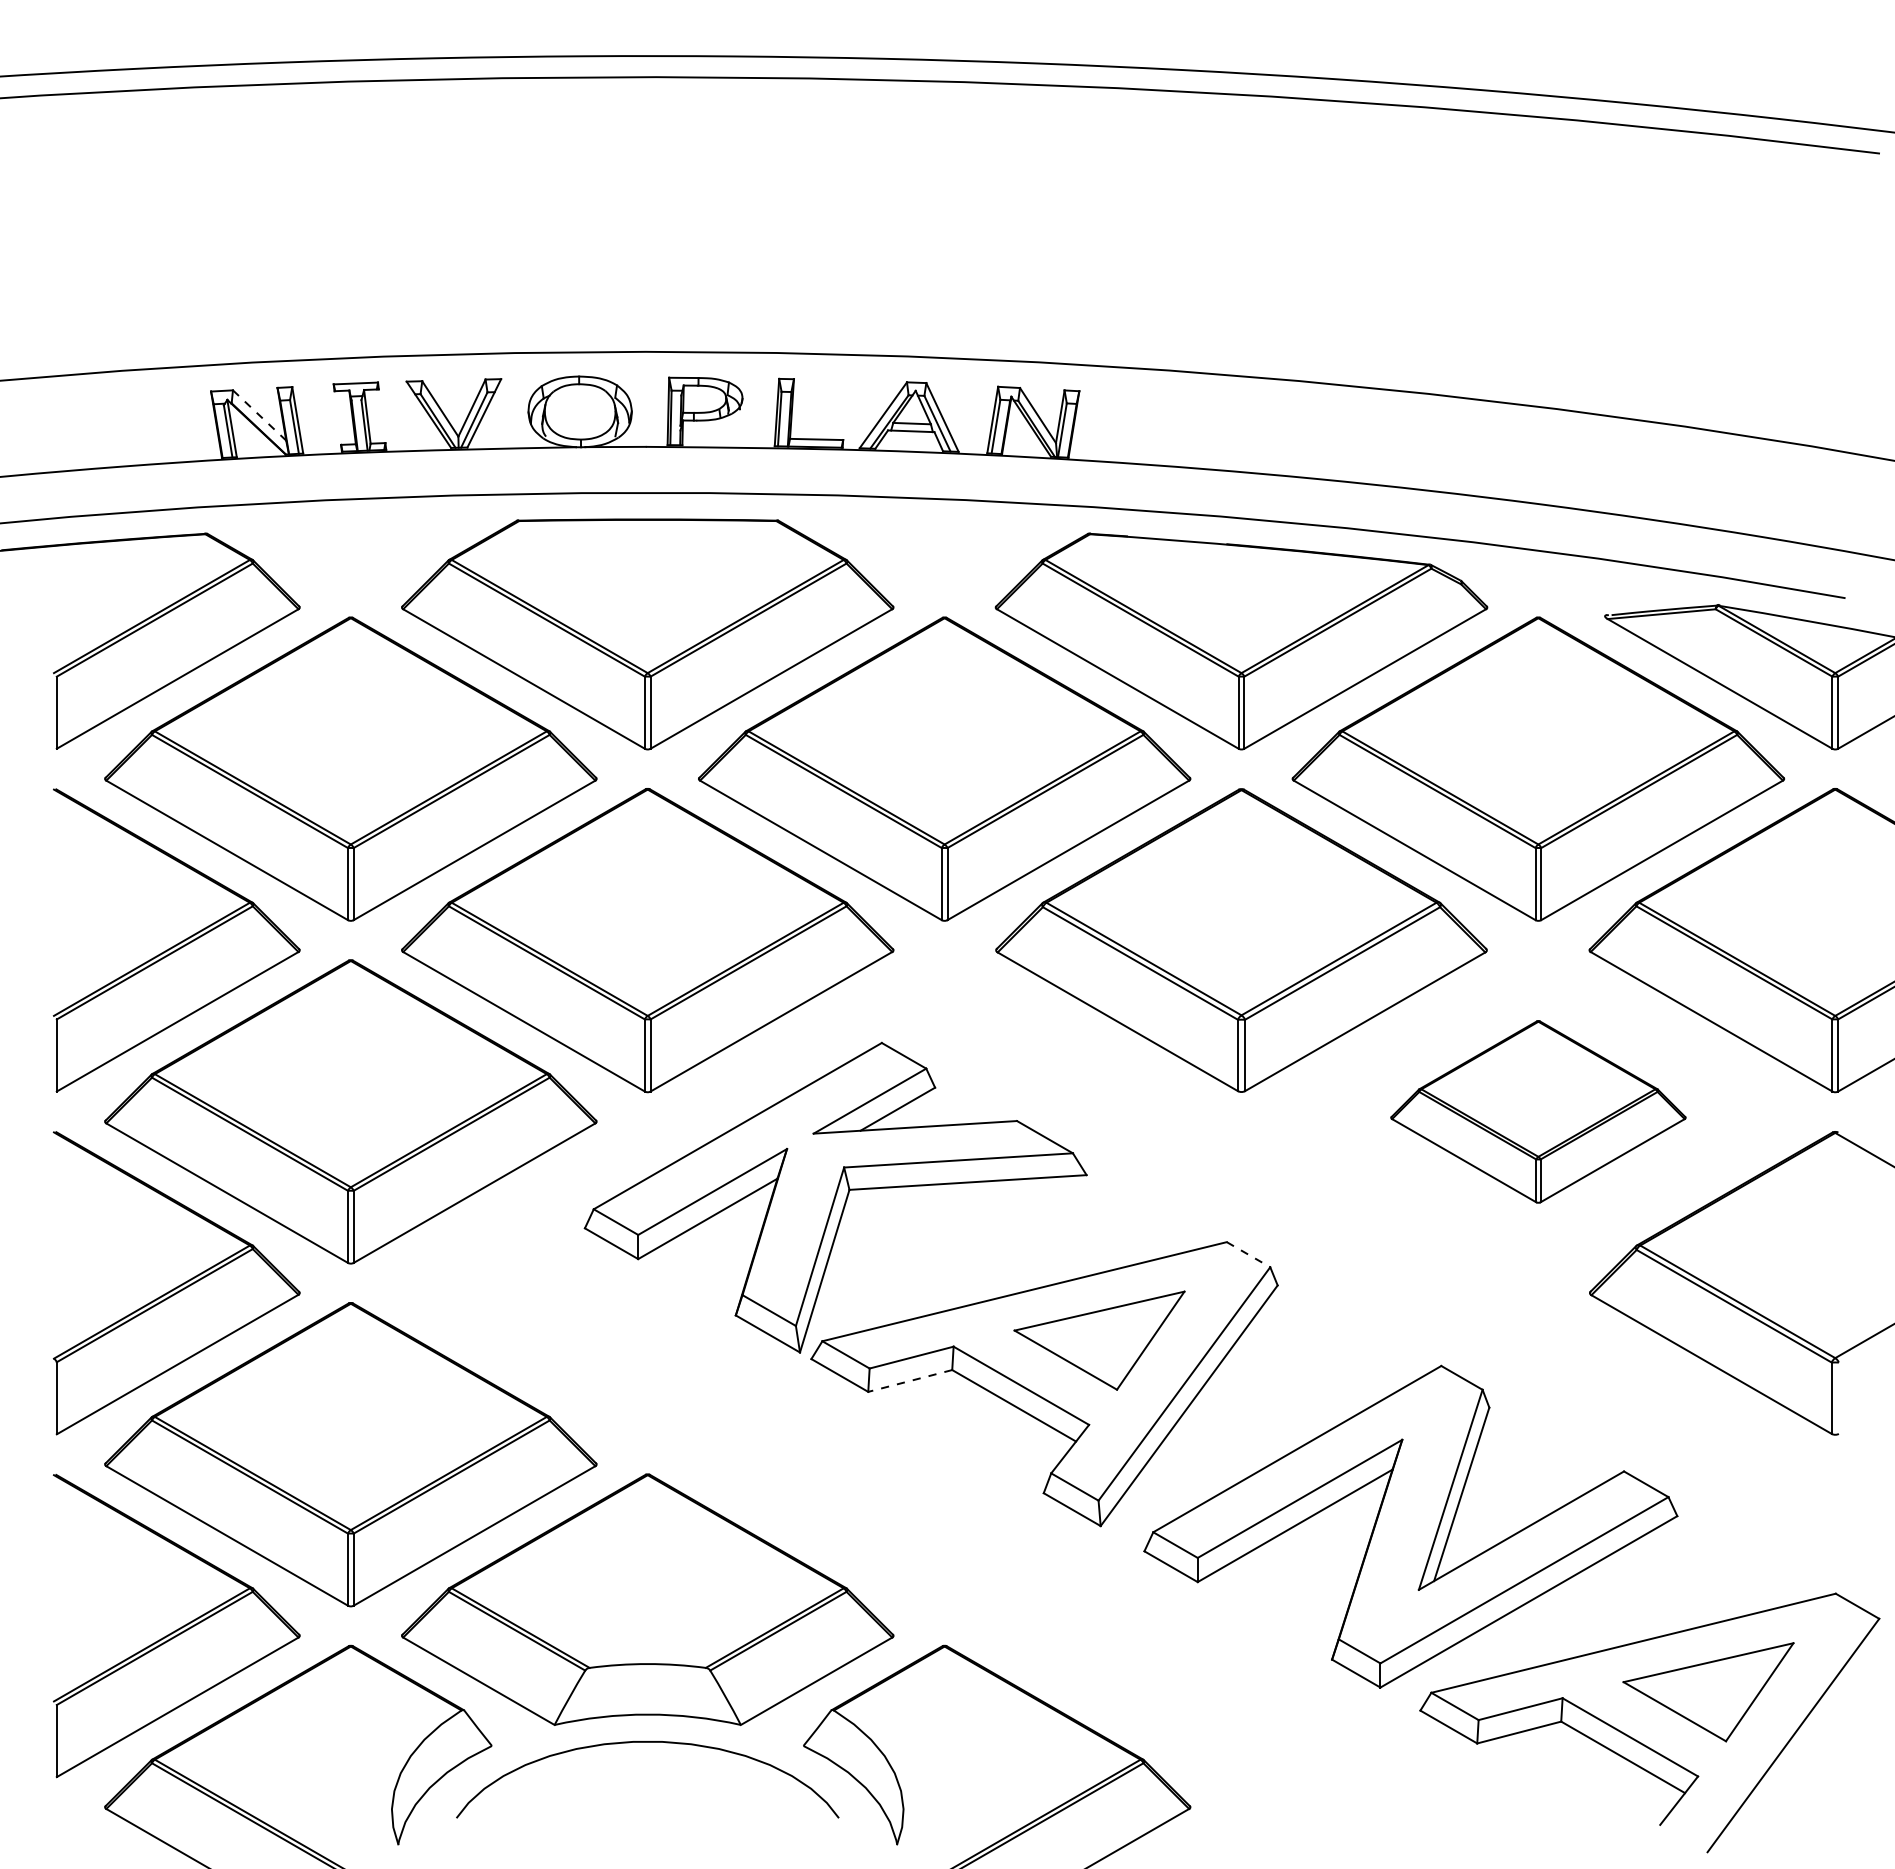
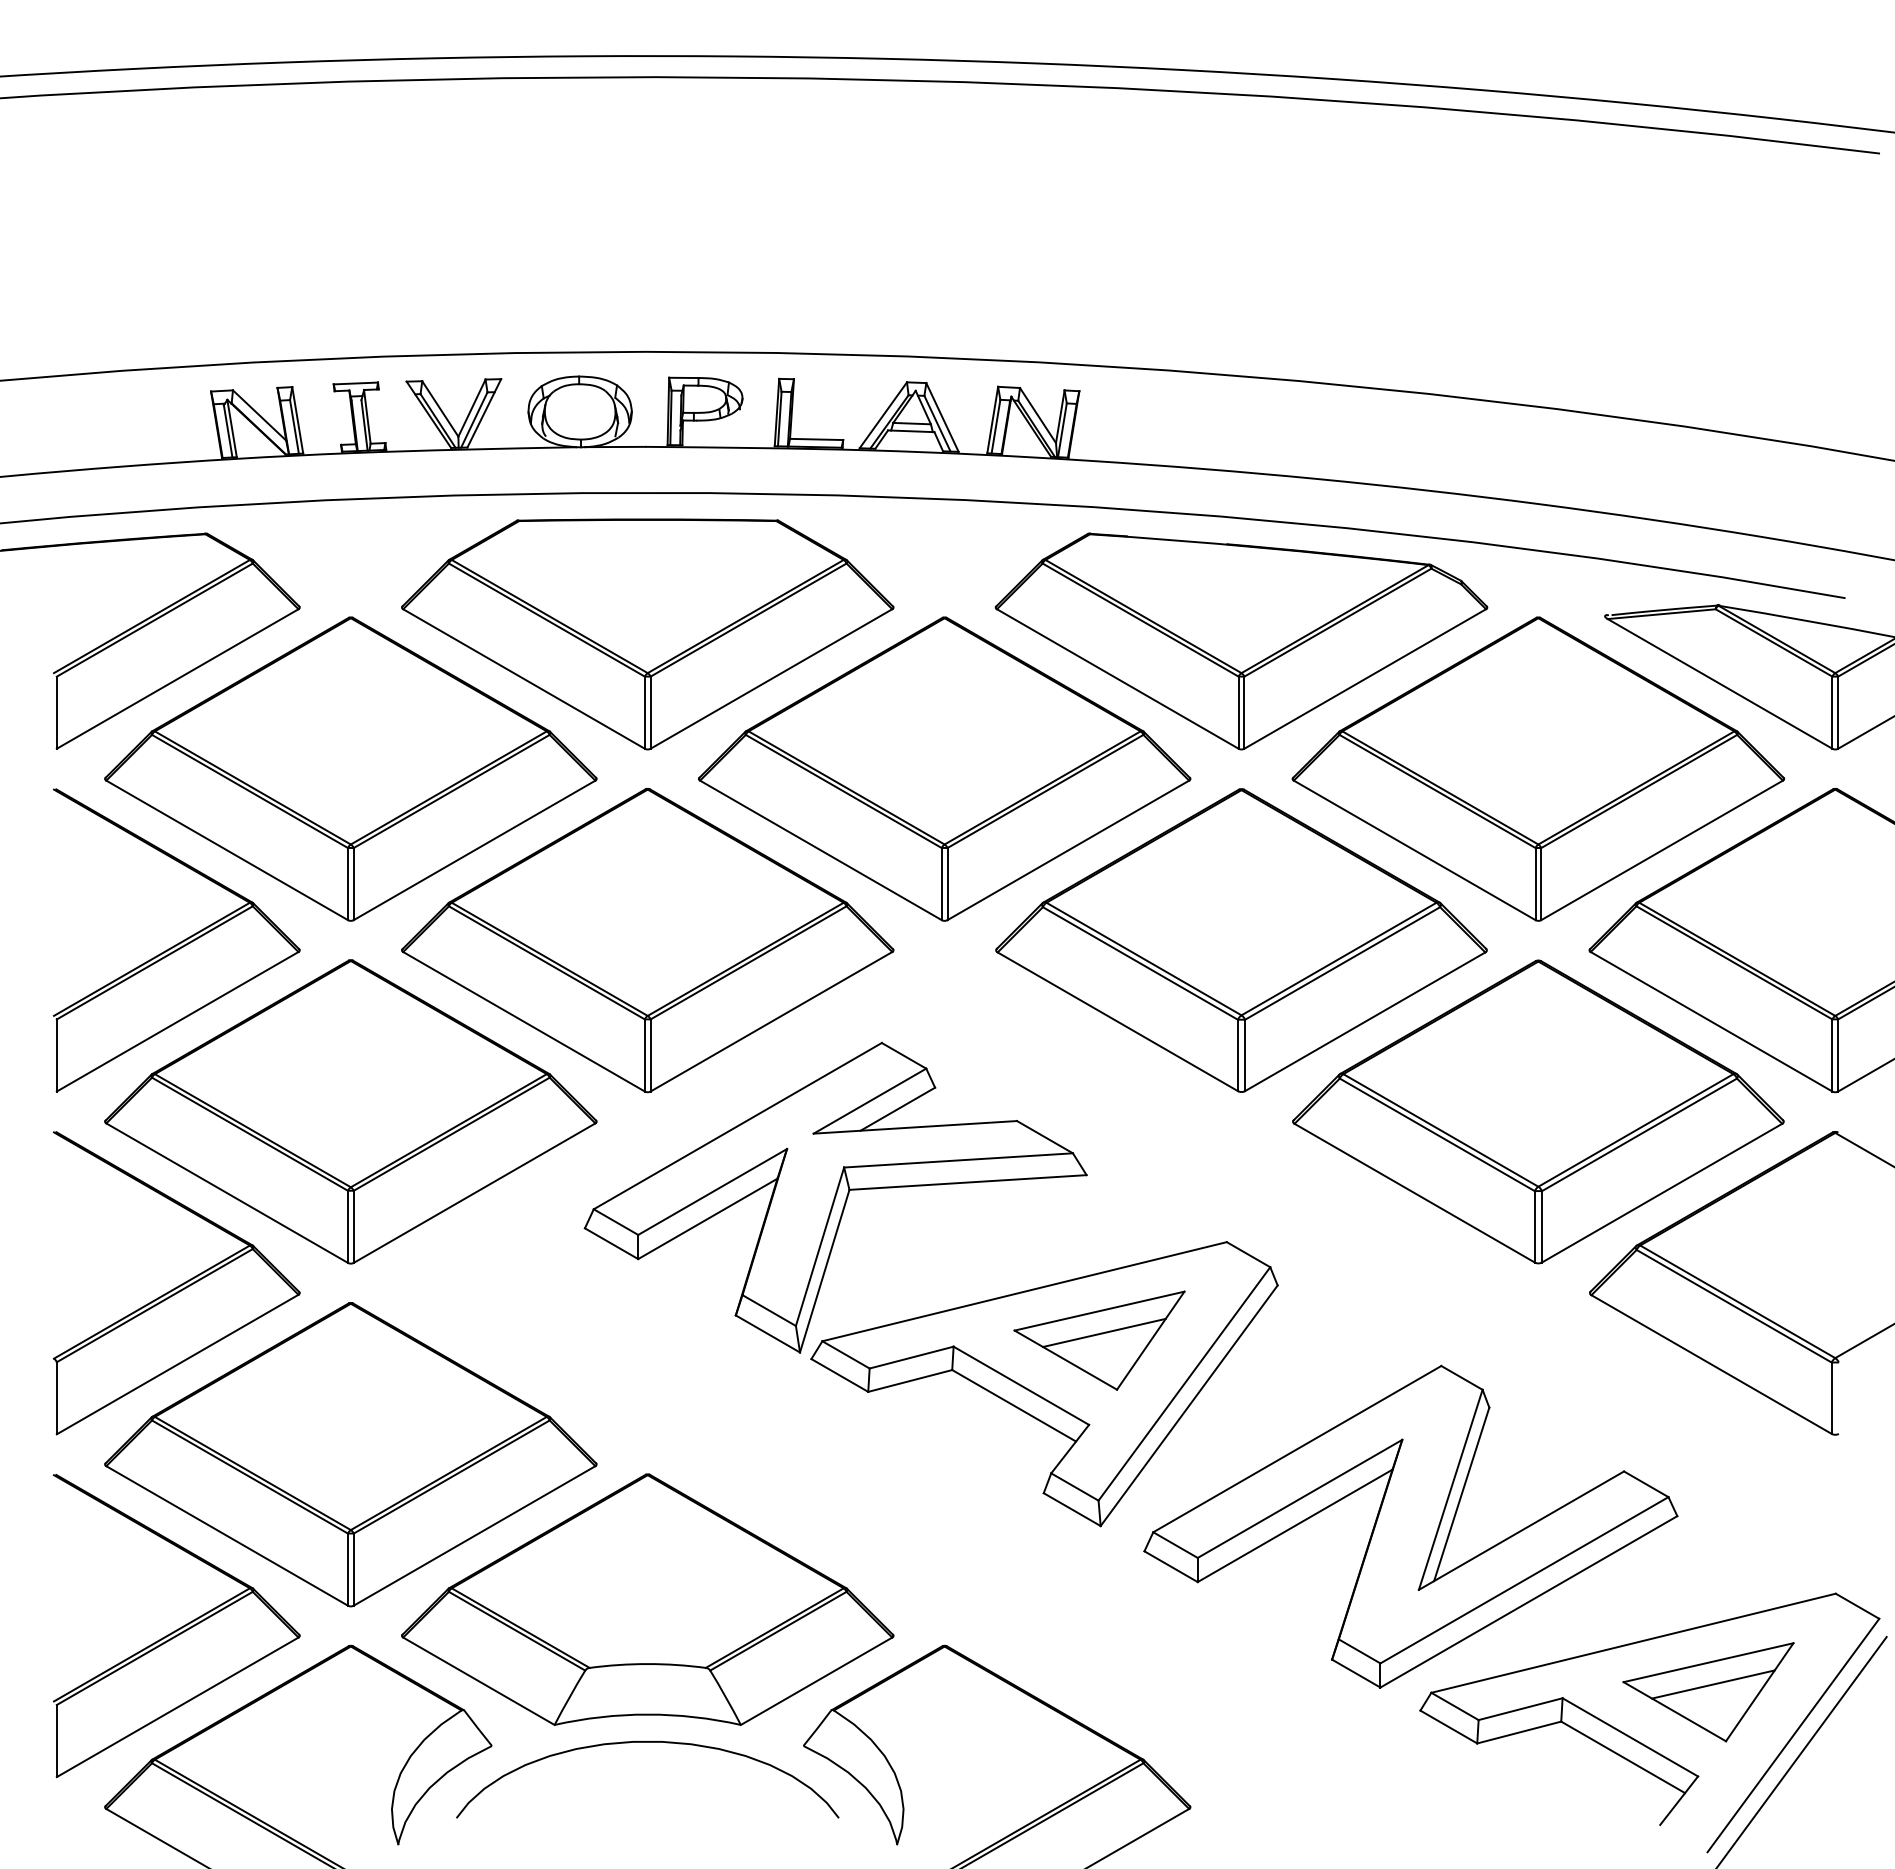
line at (259, 415): dashed -> solid
part at (1538, 1111) size: 297x184 px -> 493x306 px
line at (1248, 1254): dashed -> solid
line at (1104, 1332): none -> present
line at (909, 1381): dashed -> solid
line at (1713, 1684): none -> present
line at (1802, 1751): none -> present
